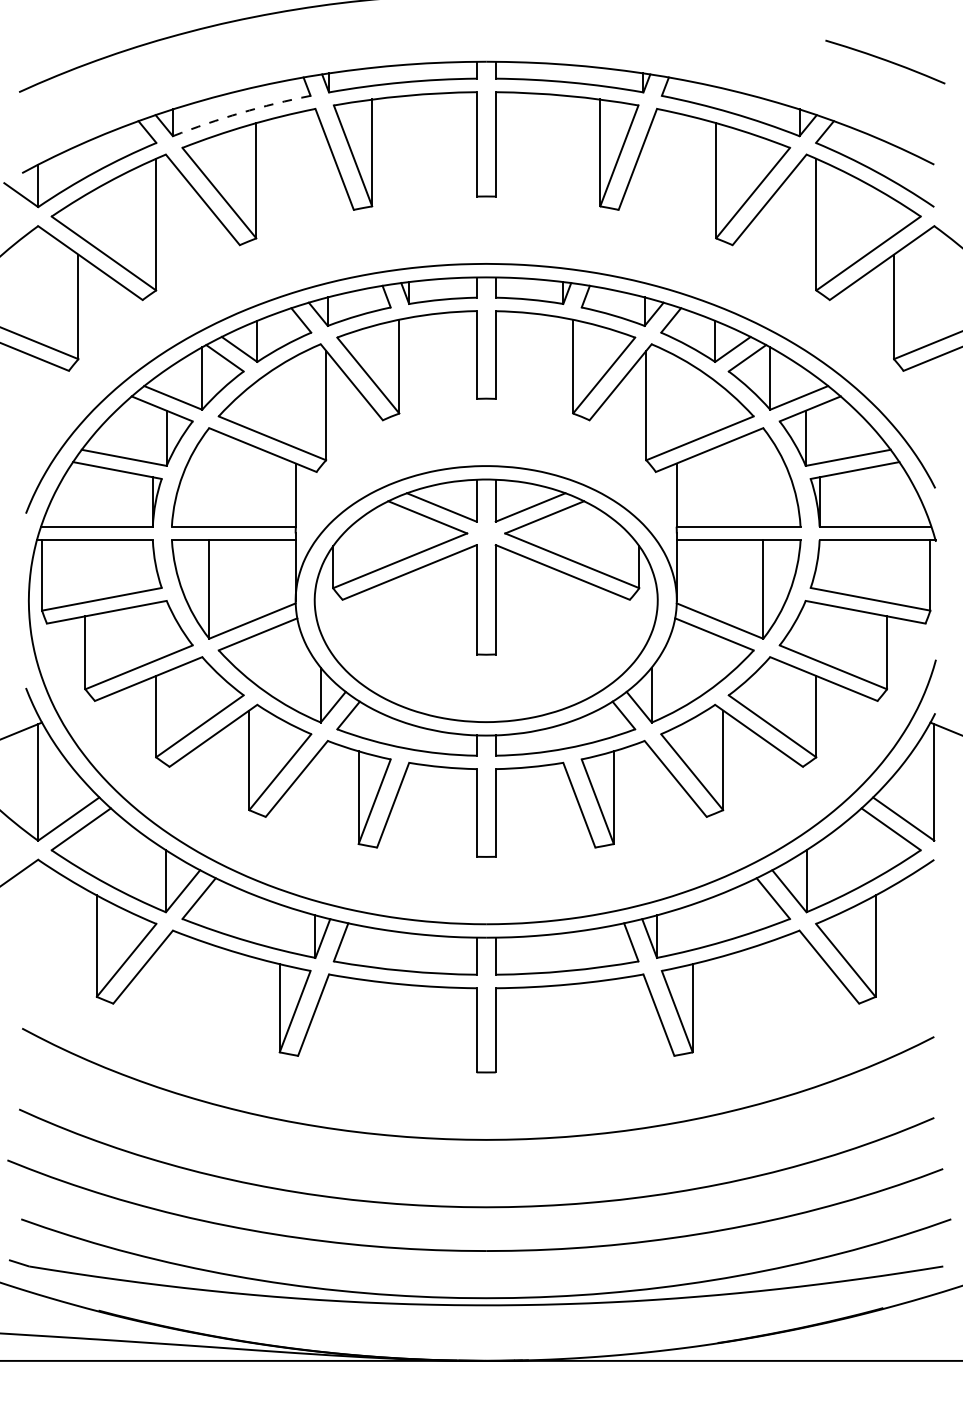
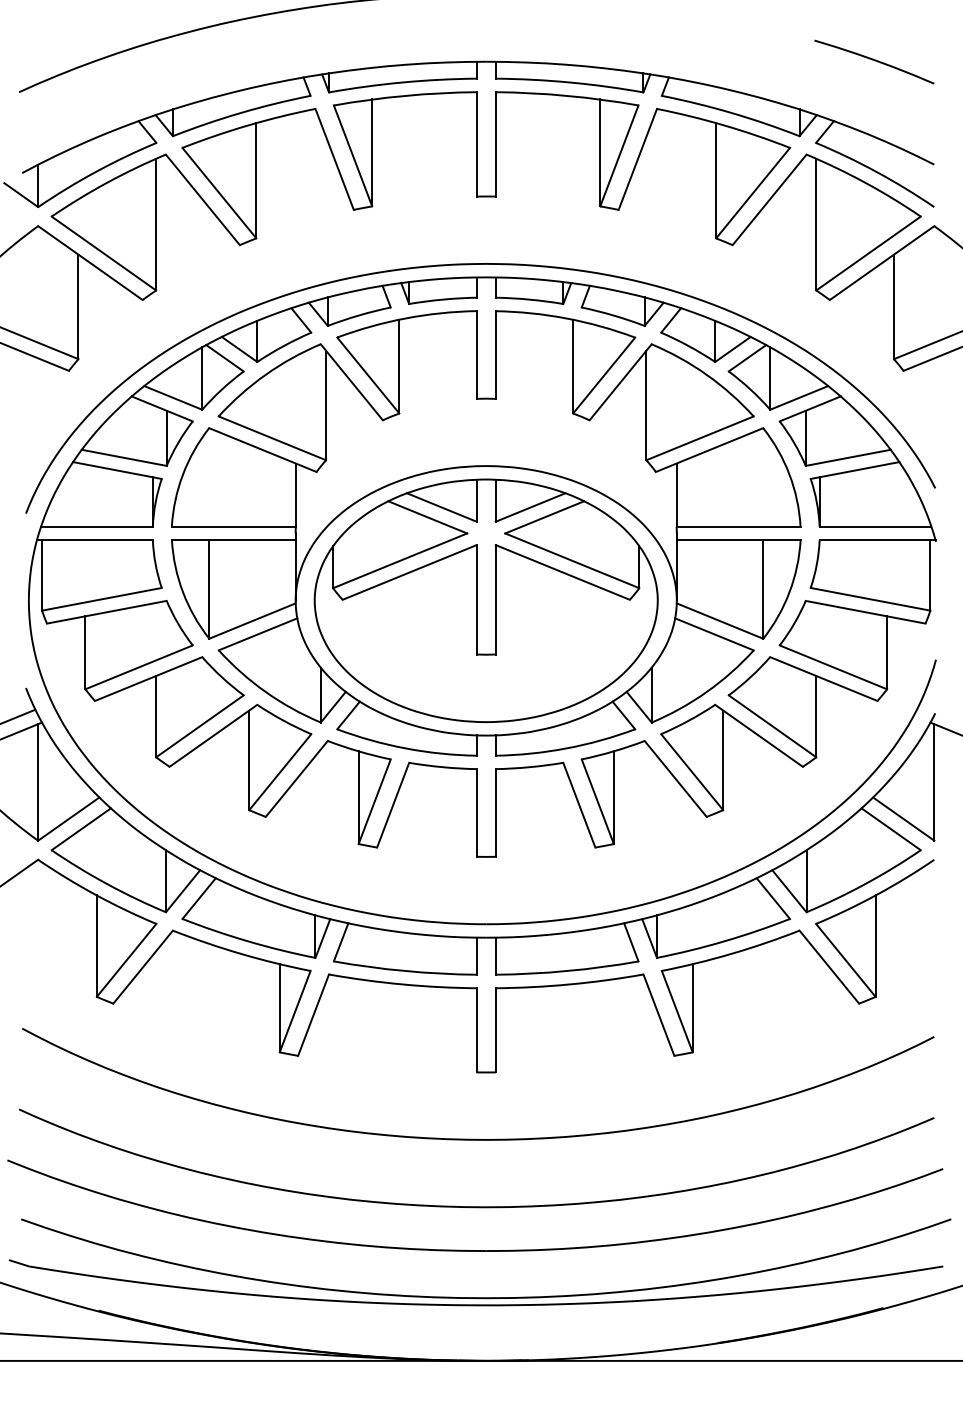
curve at (885, 61) position: (885, 61) -> (874, 61)
arc at (240, 113): dashed -> solid
line at (18, 716): none -> present
